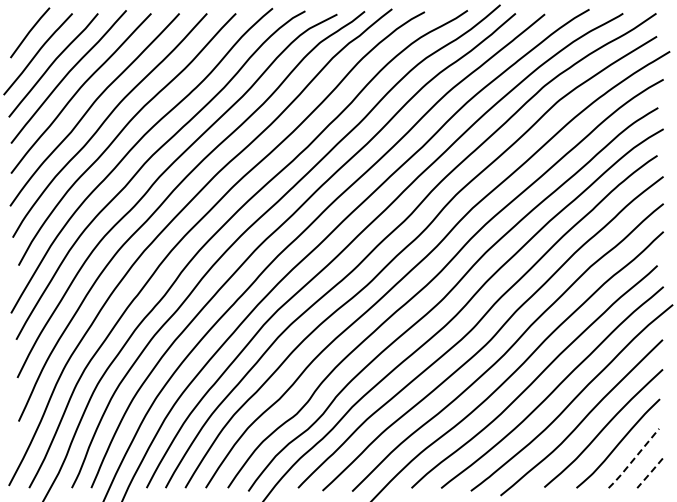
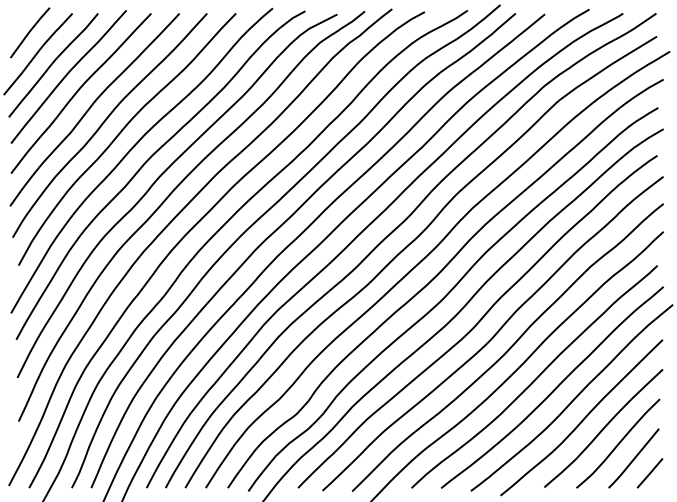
line at (633, 459): dashed -> solid
line at (650, 473): dashed -> solid
